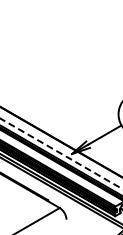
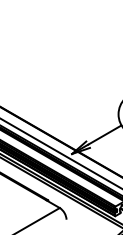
line at (62, 154): dashed -> solid
